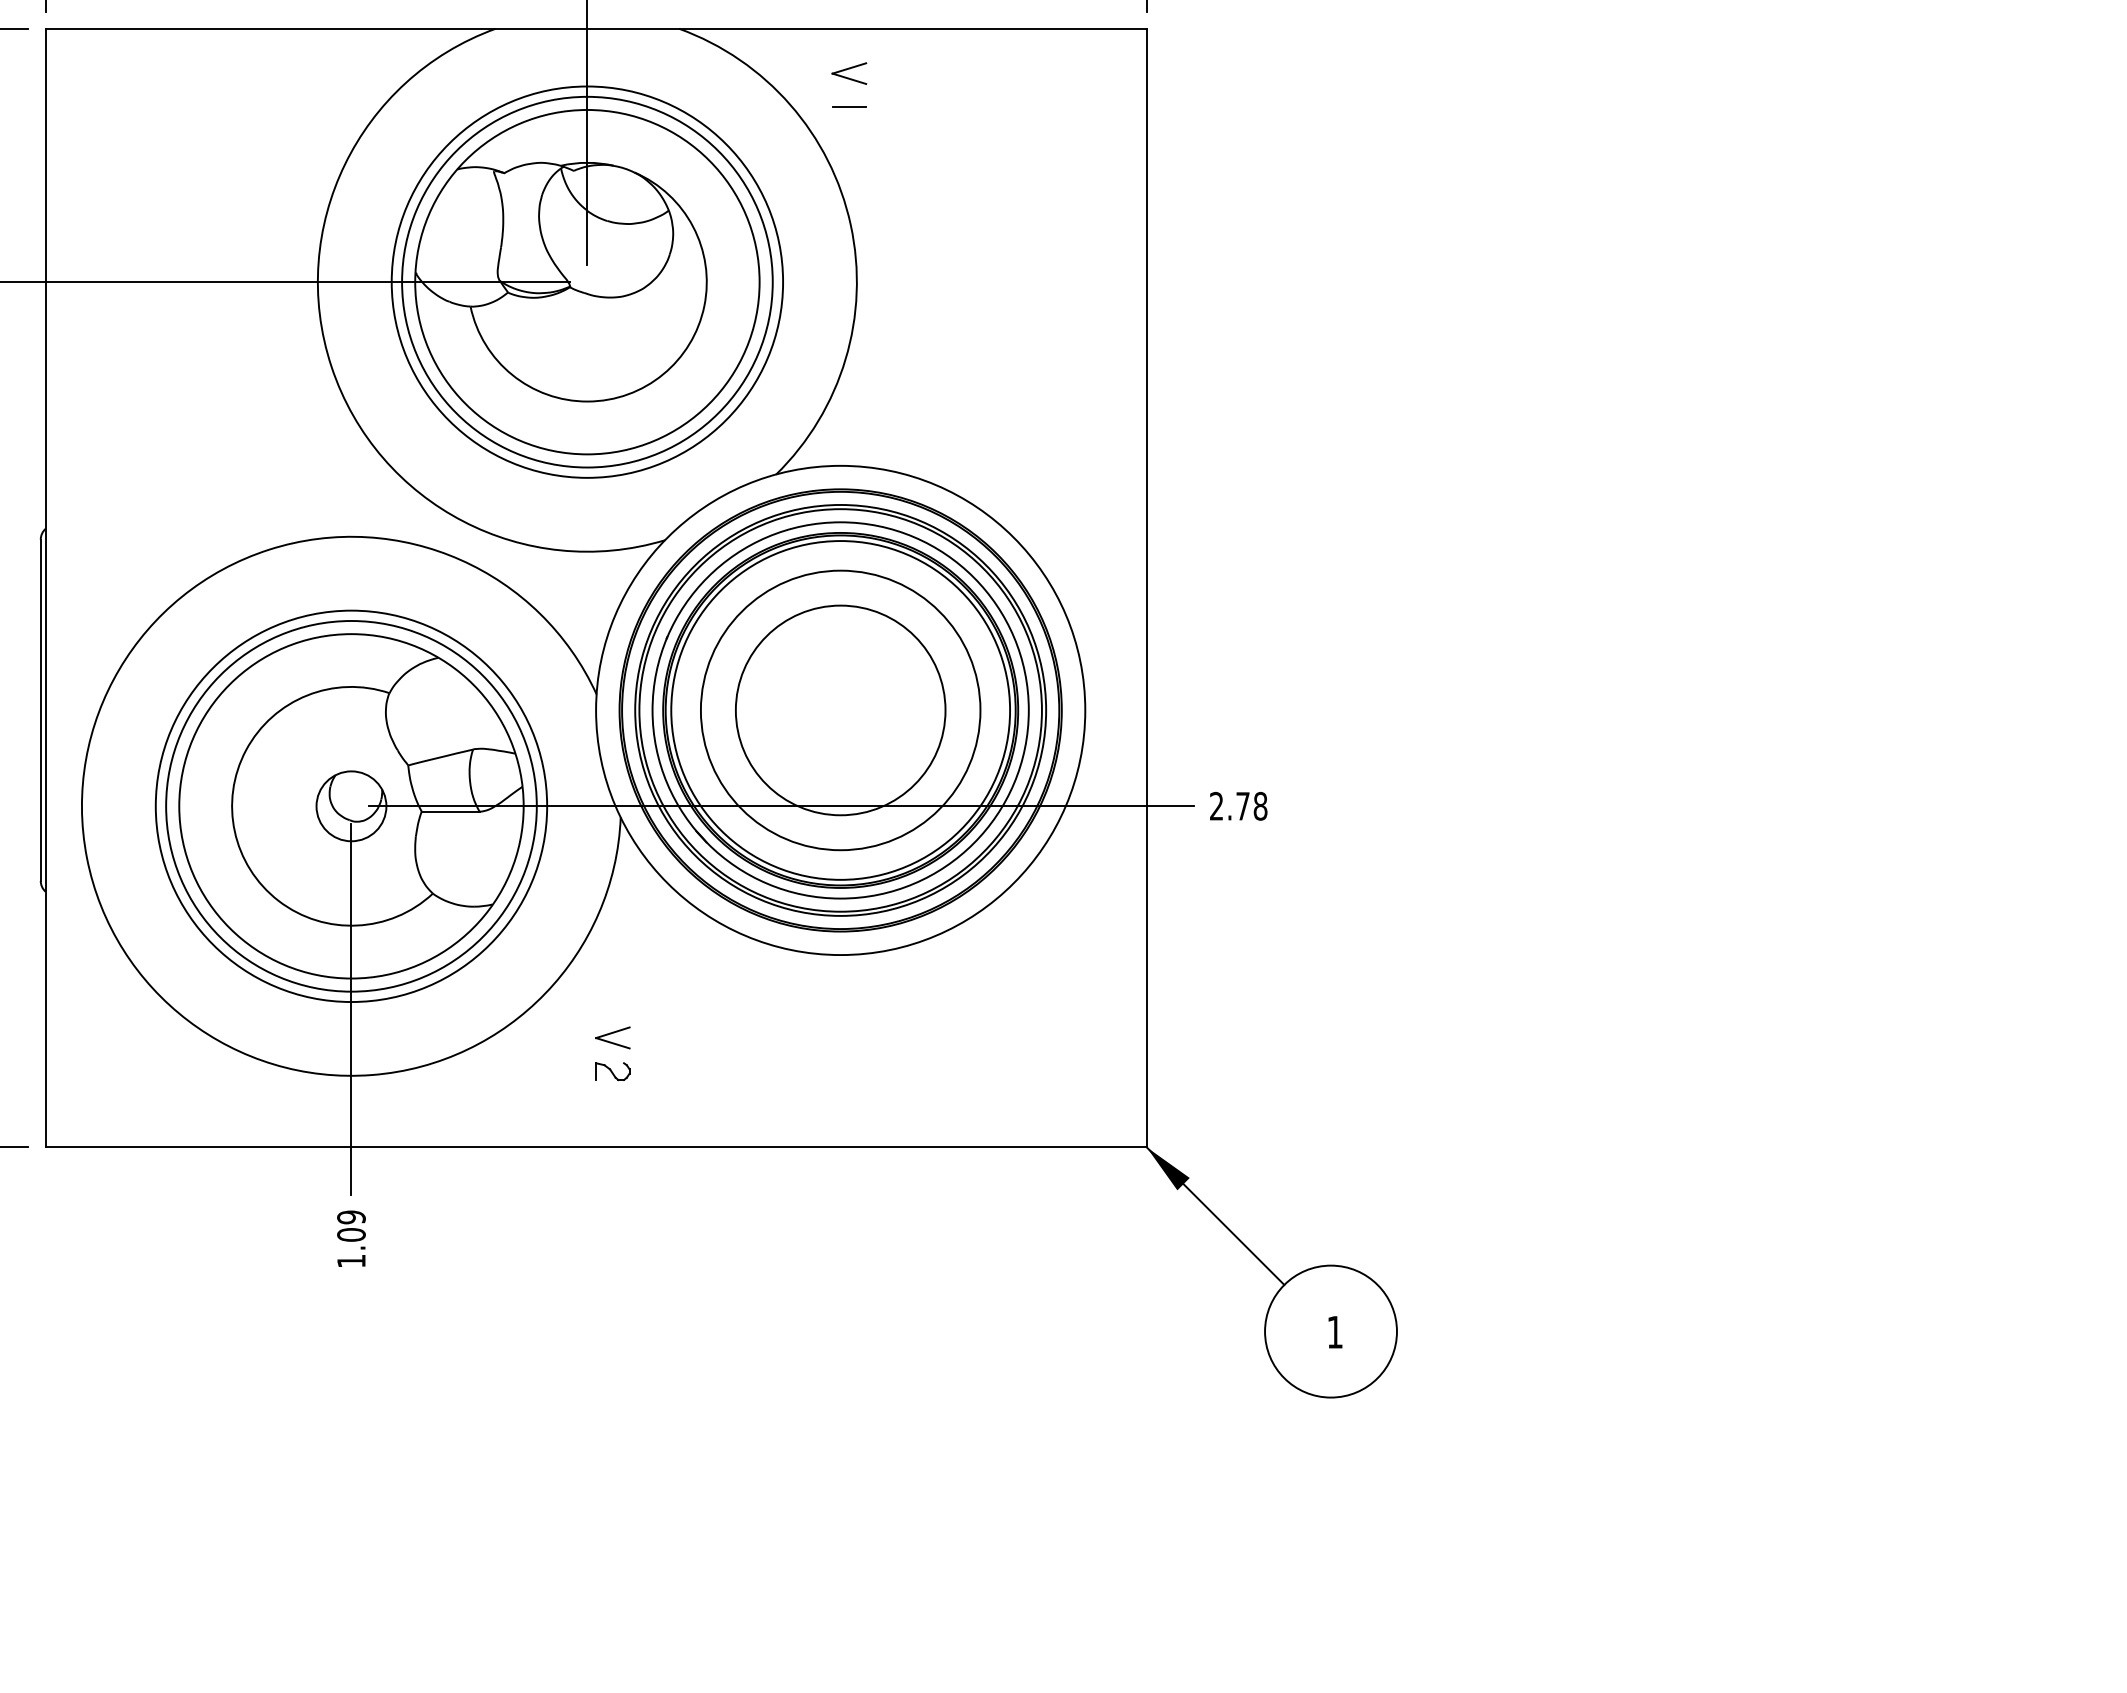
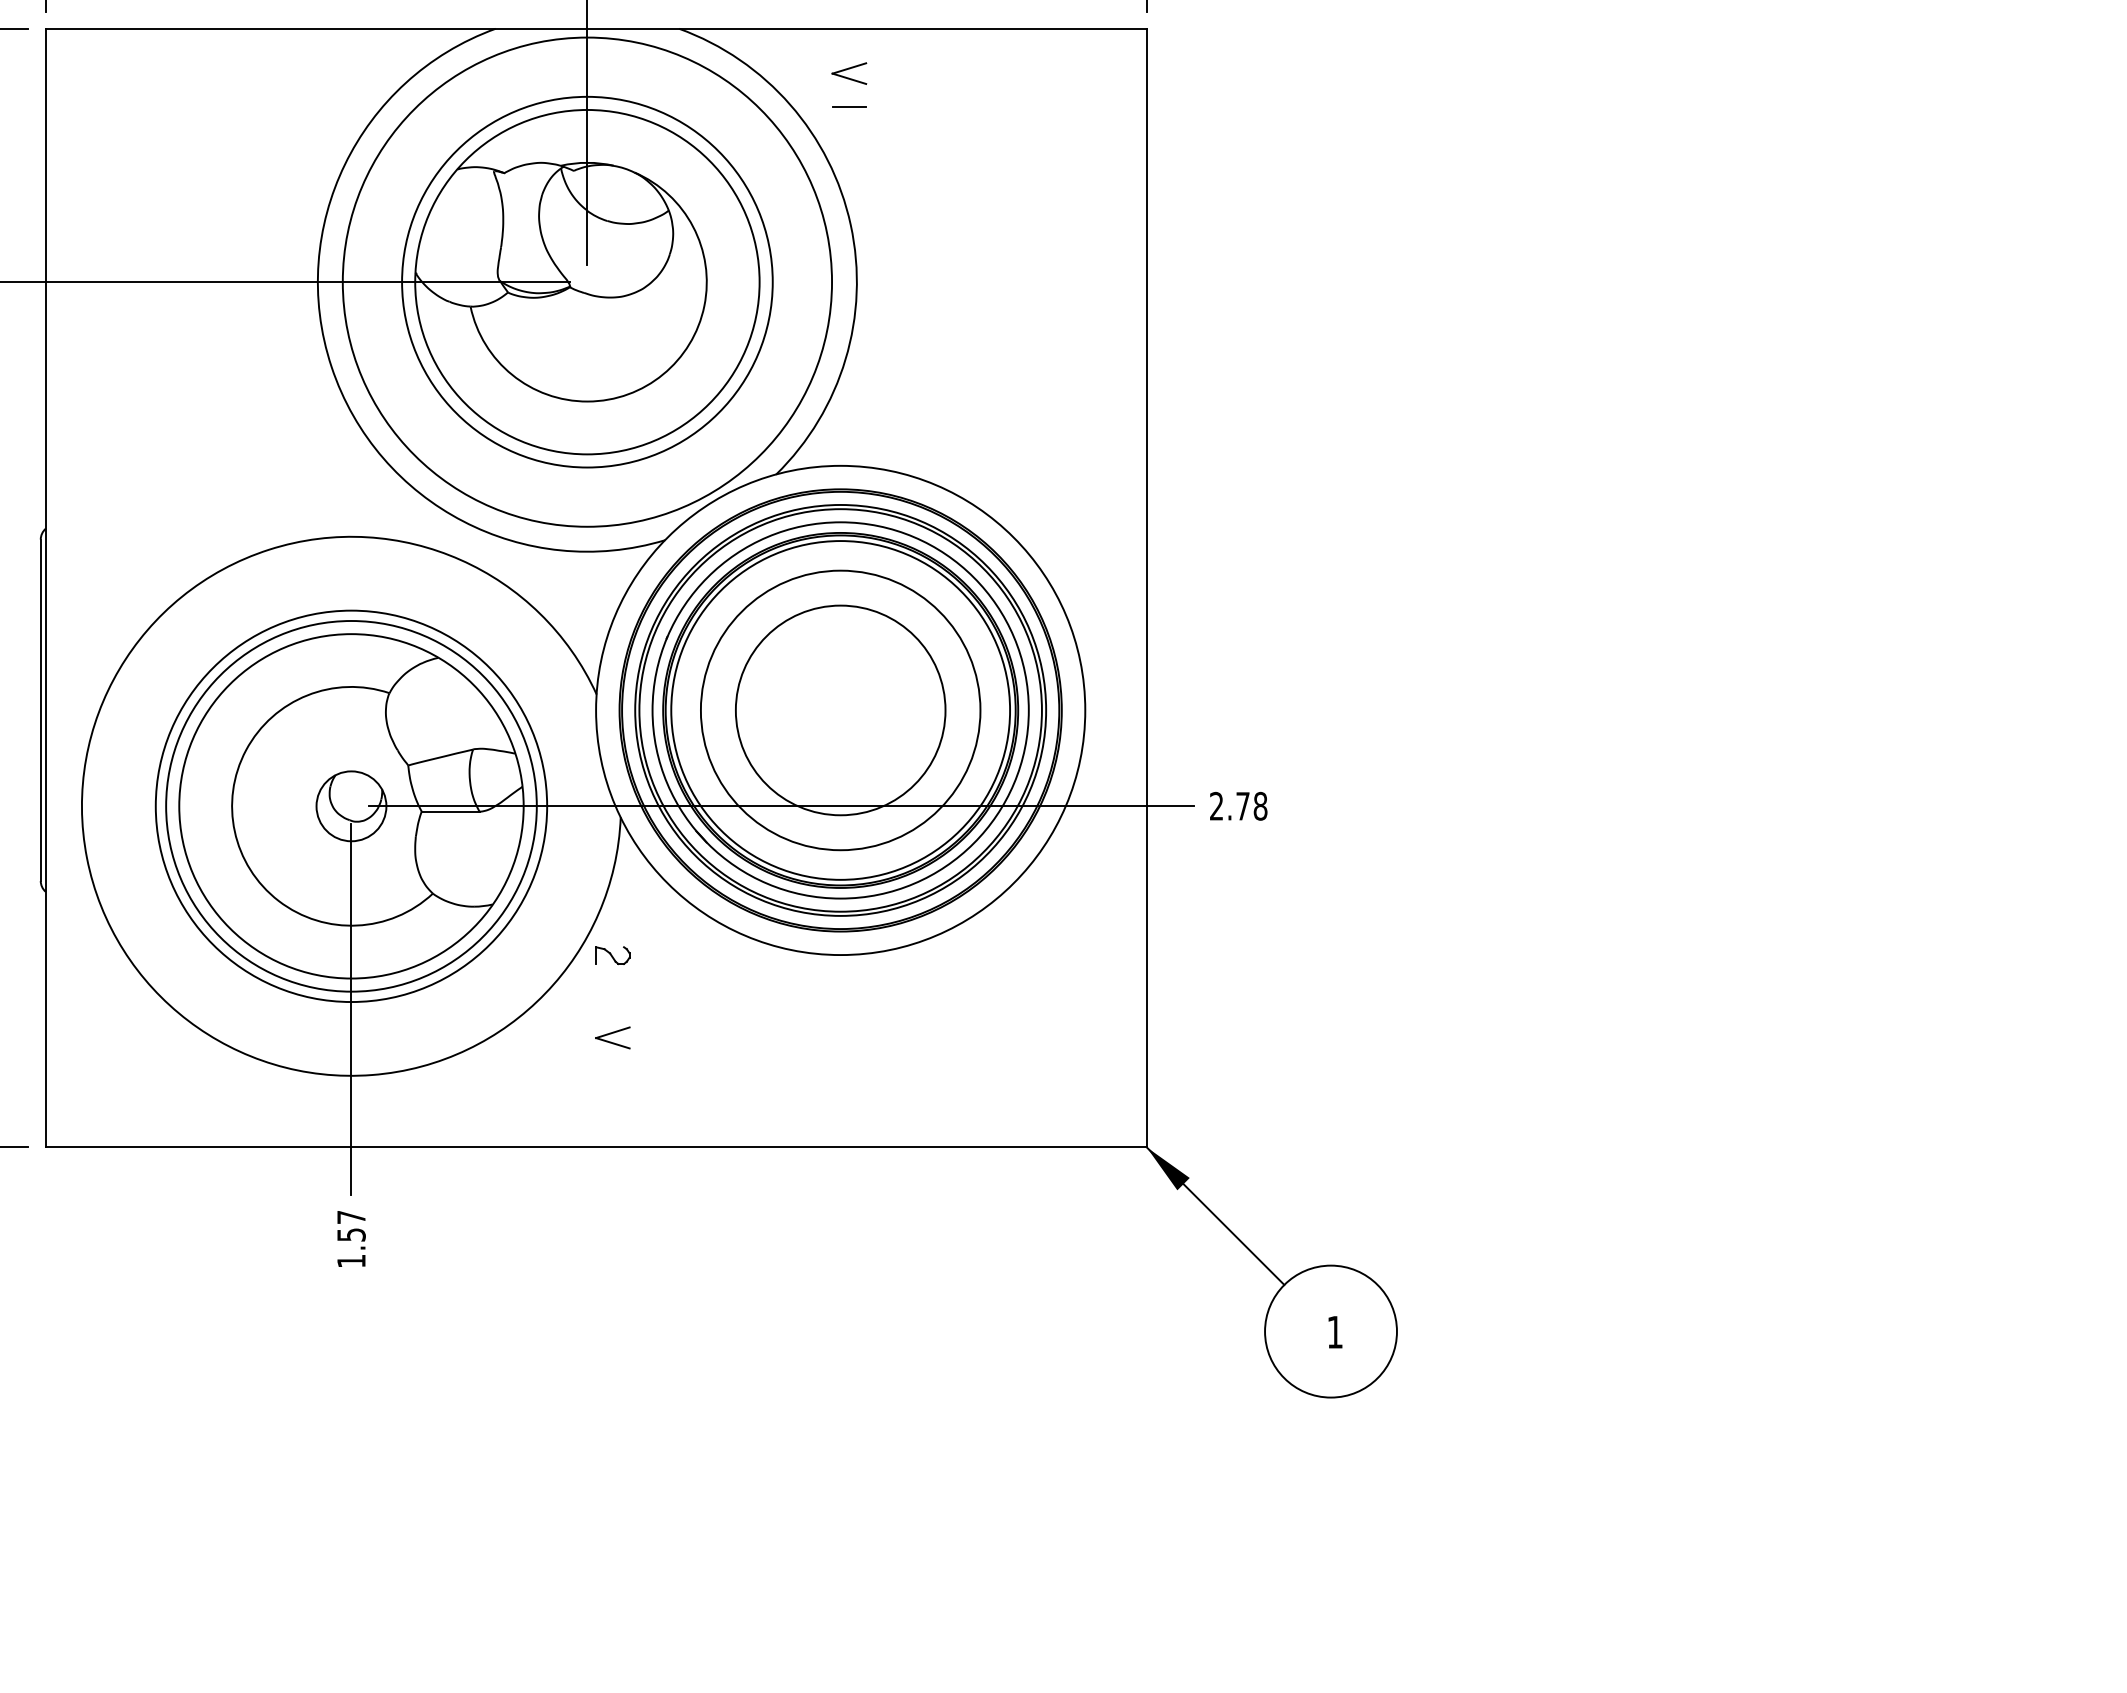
circle at (587, 281) diameter: 391 px -> 489 px
part at (612, 1071) position: (612, 1071) -> (612, 955)
text at (351, 1225): 1.09 -> 1.57
